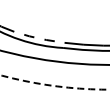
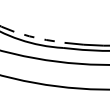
arc at (54, 86): dashed -> solid
